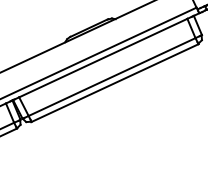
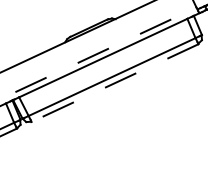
line at (98, 53): solid -> dashed
line at (114, 83): solid -> dashed
